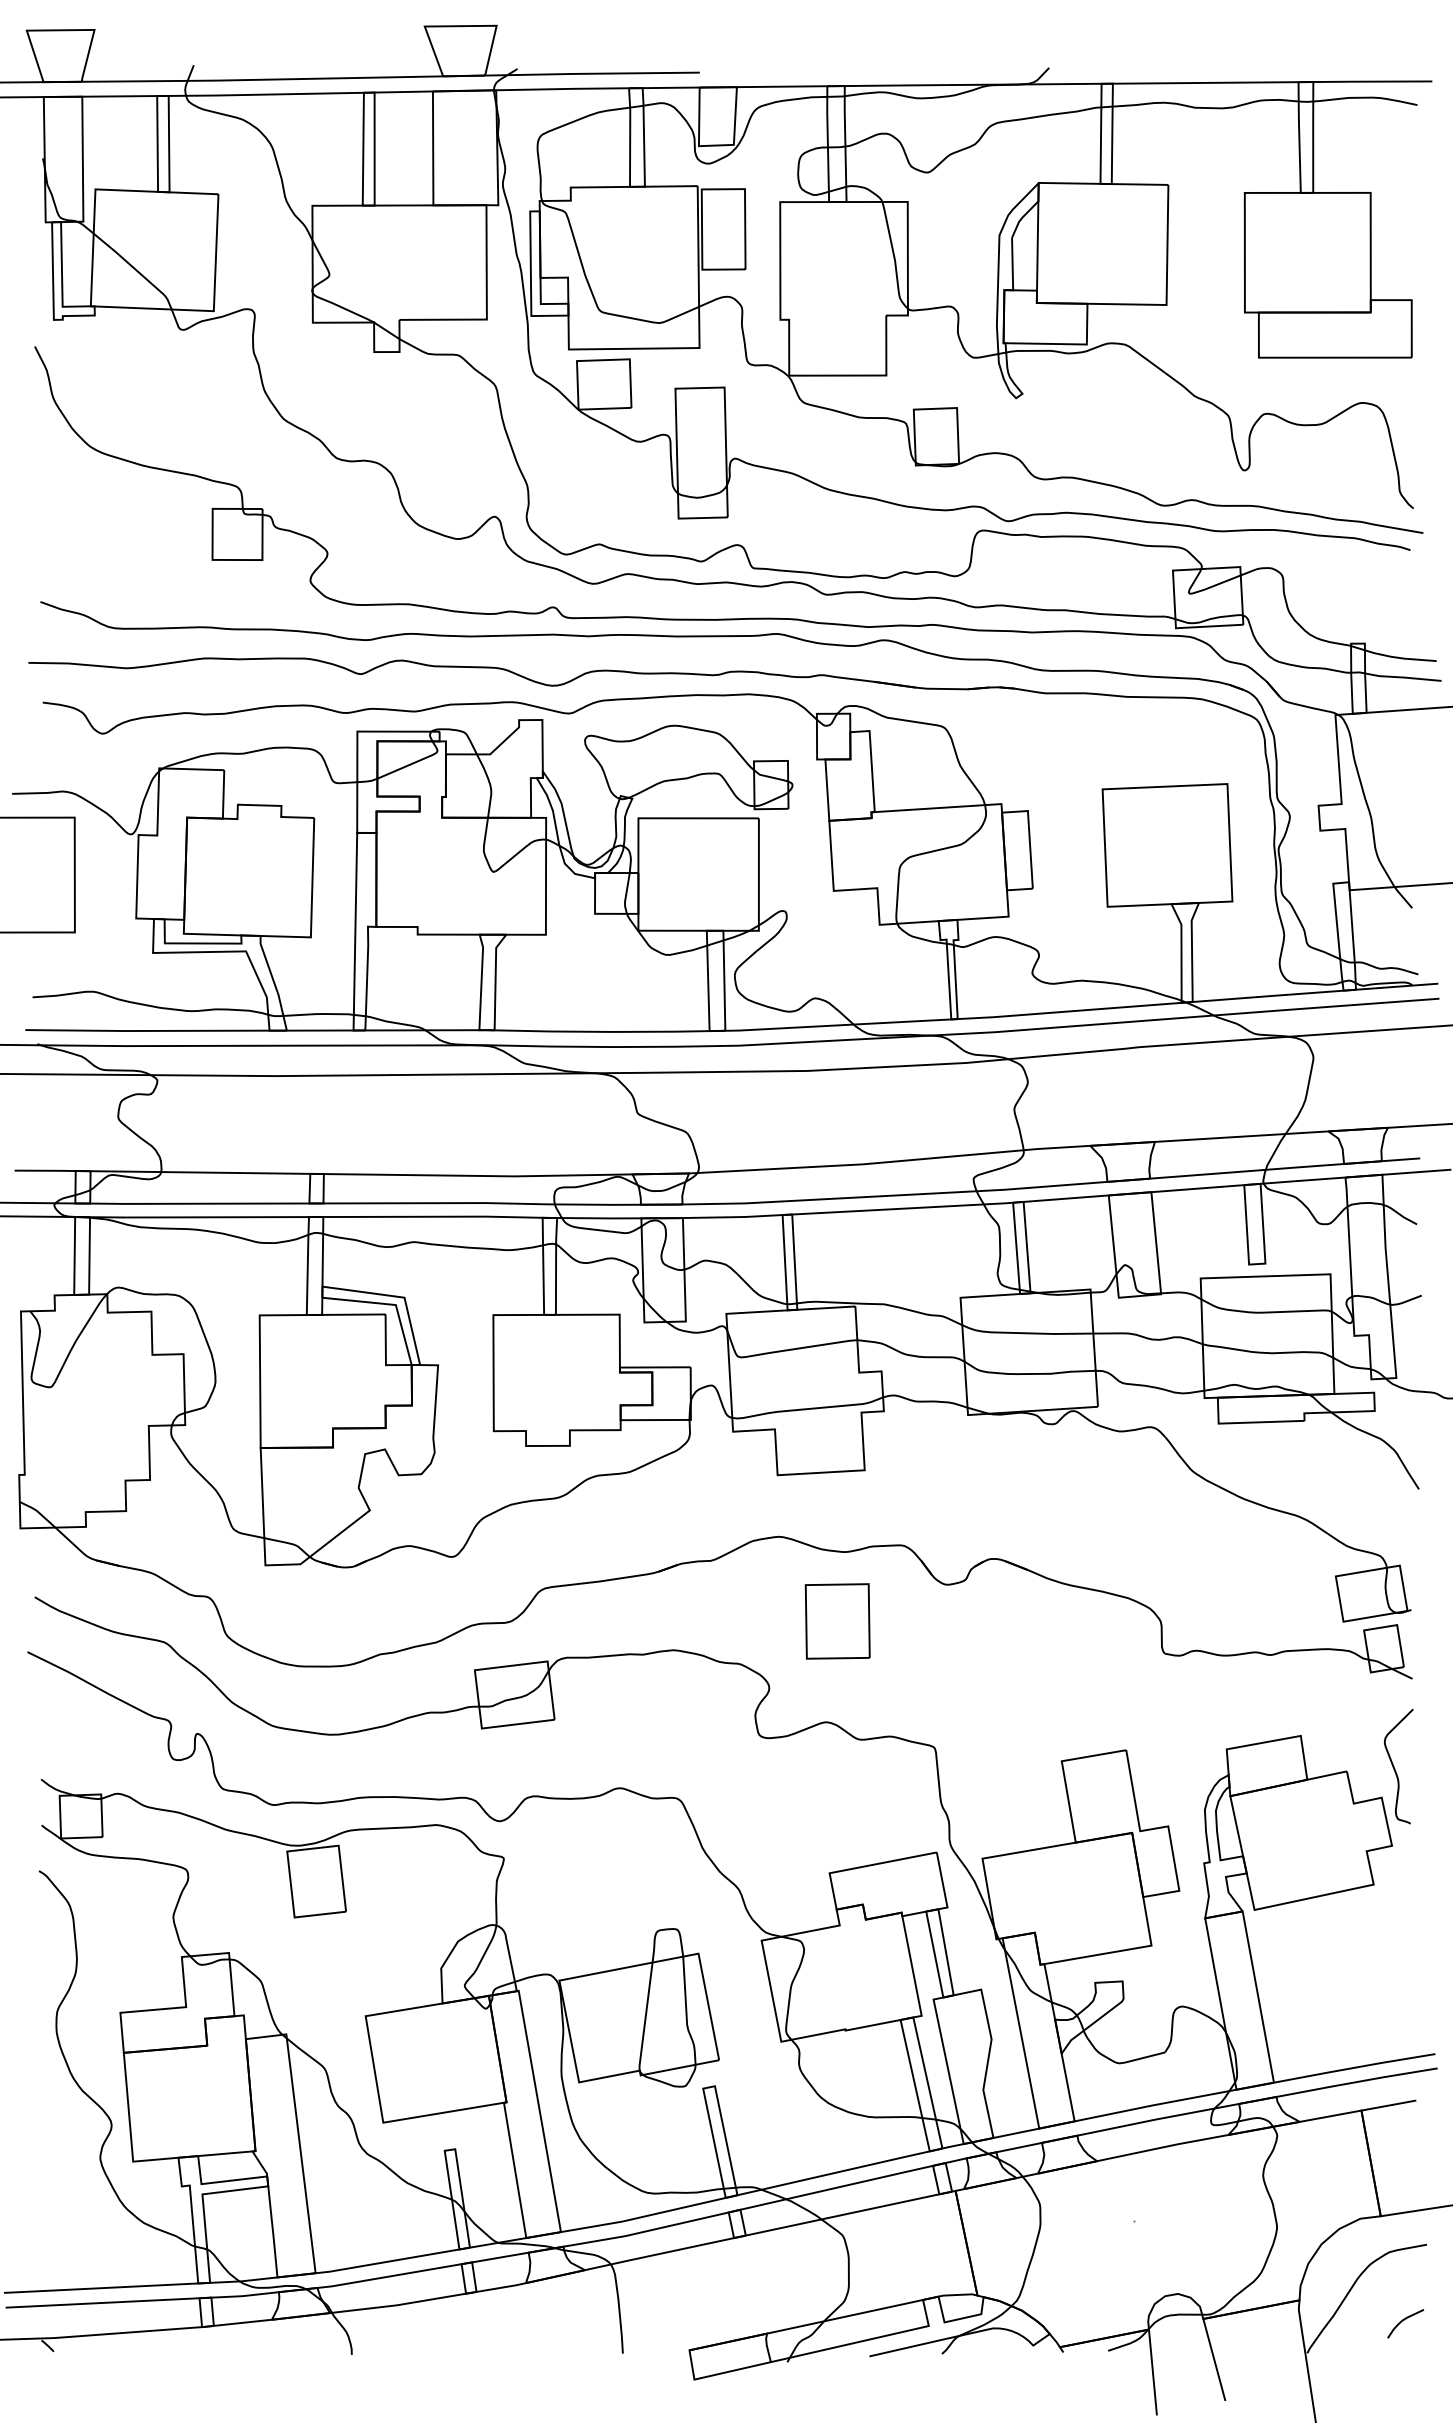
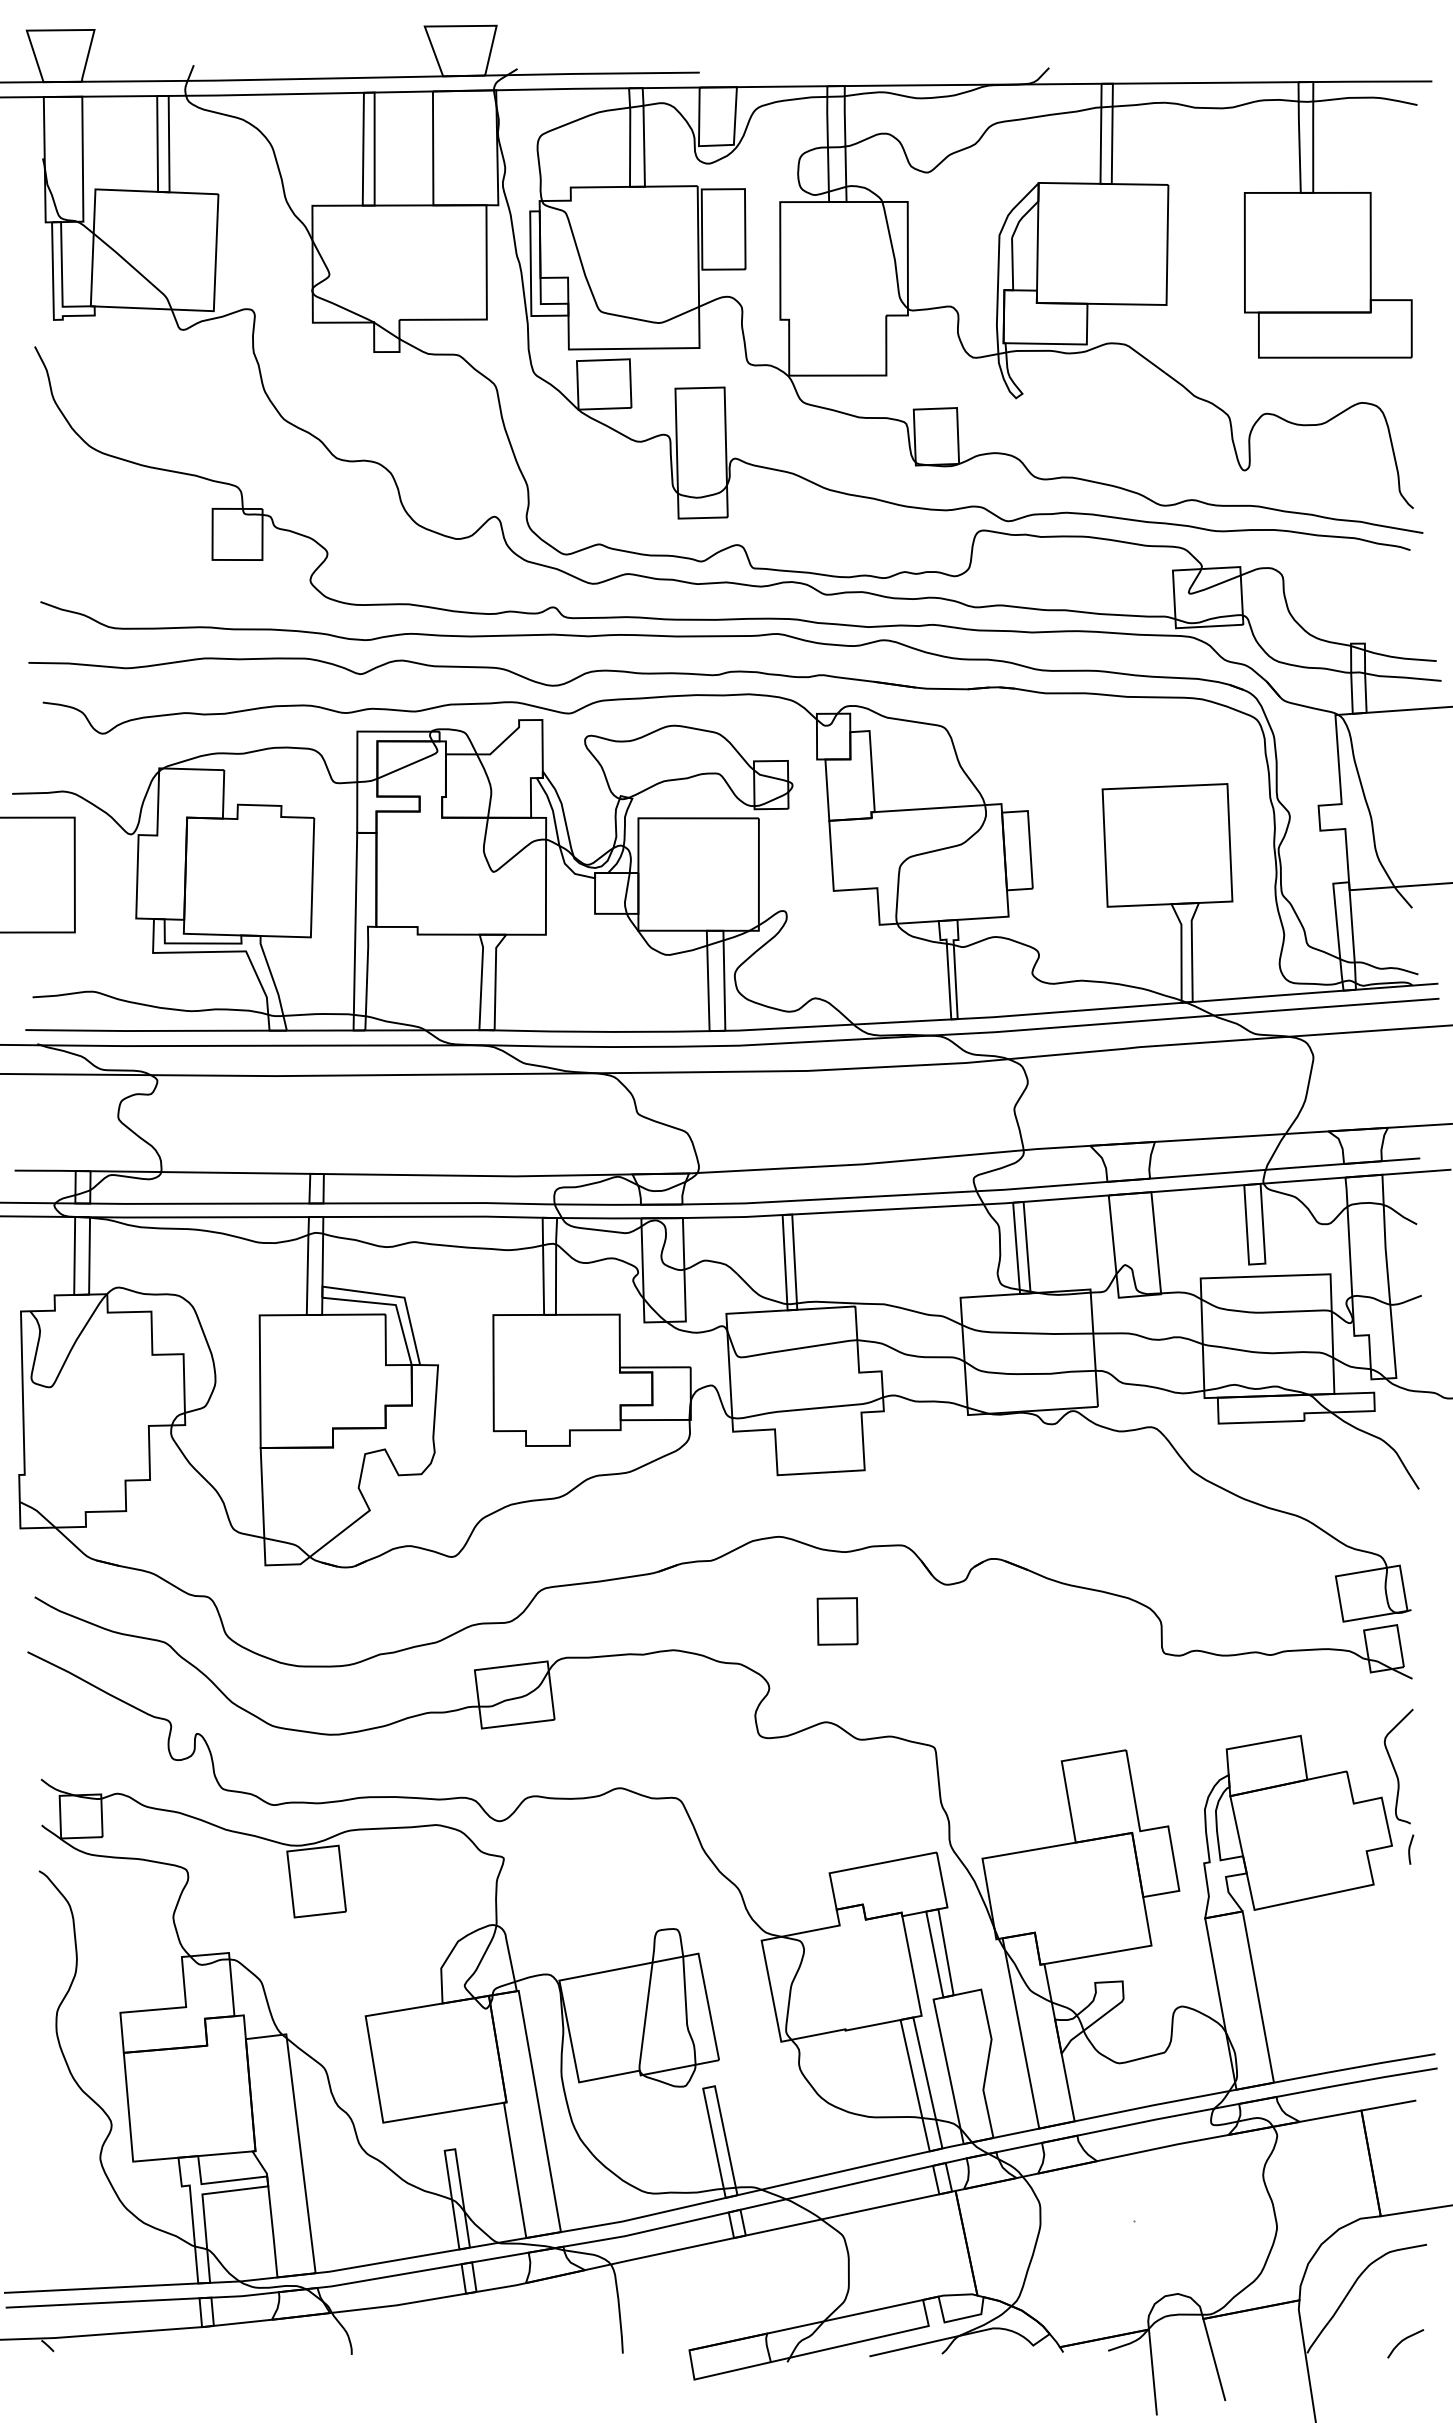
part at (837, 1621) size: 67x77 px -> 43x49 px
curve at (1410, 1849): none -> present
curve at (1403, 2321) position: (1403, 2321) -> (1403, 2341)
